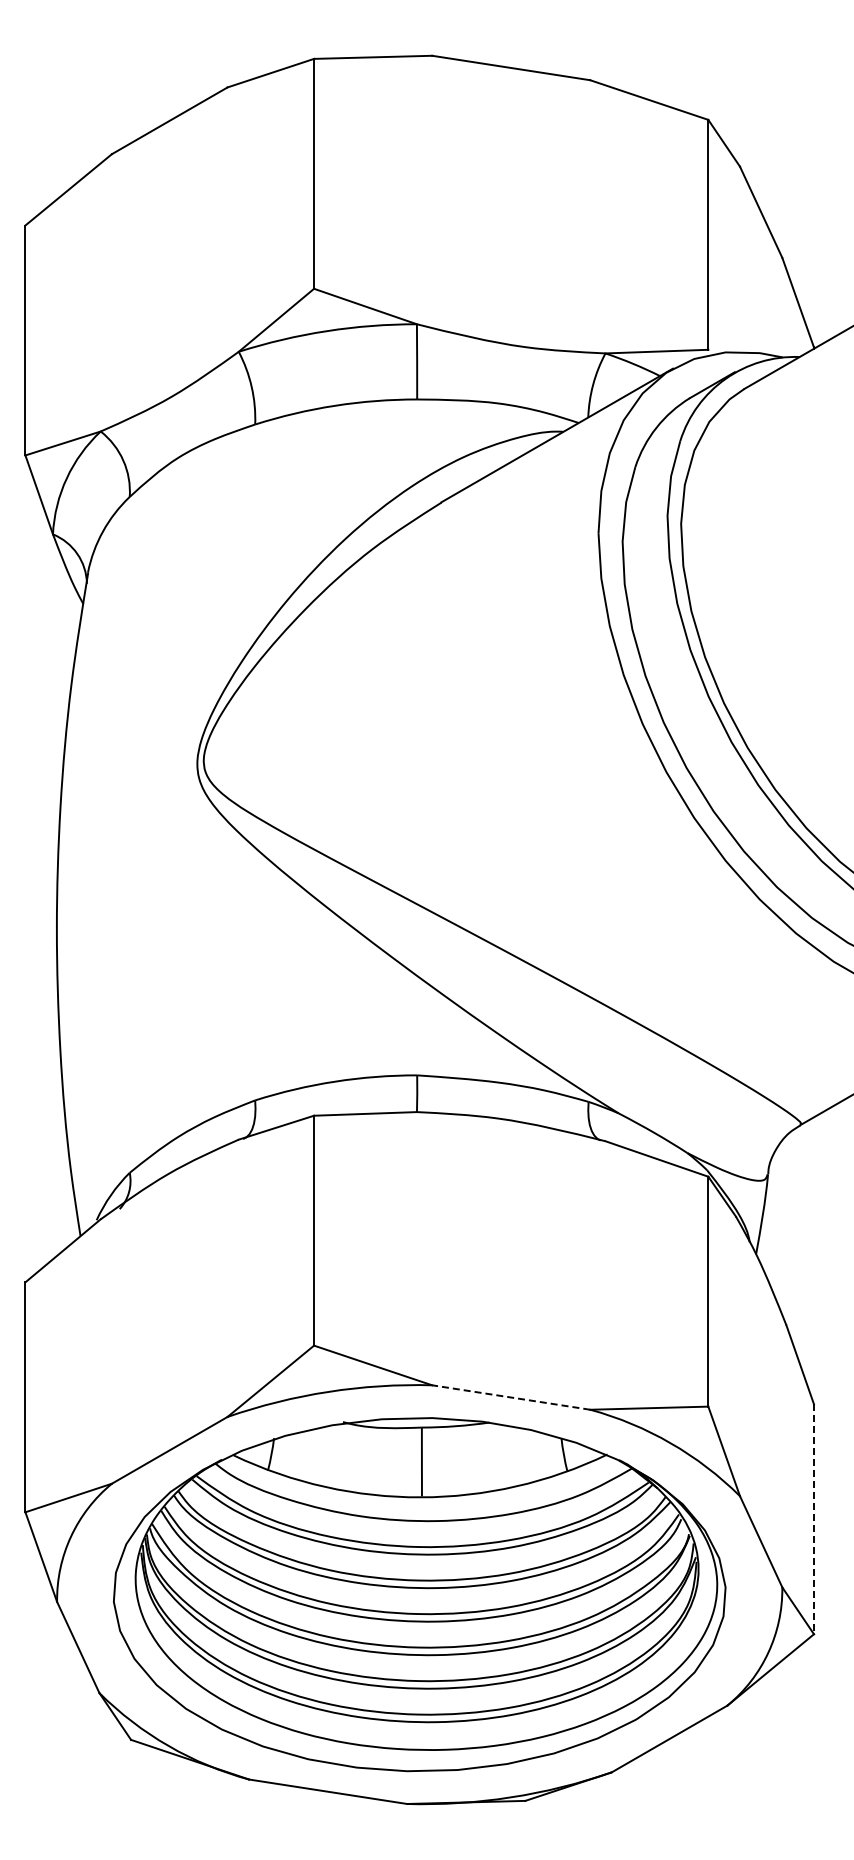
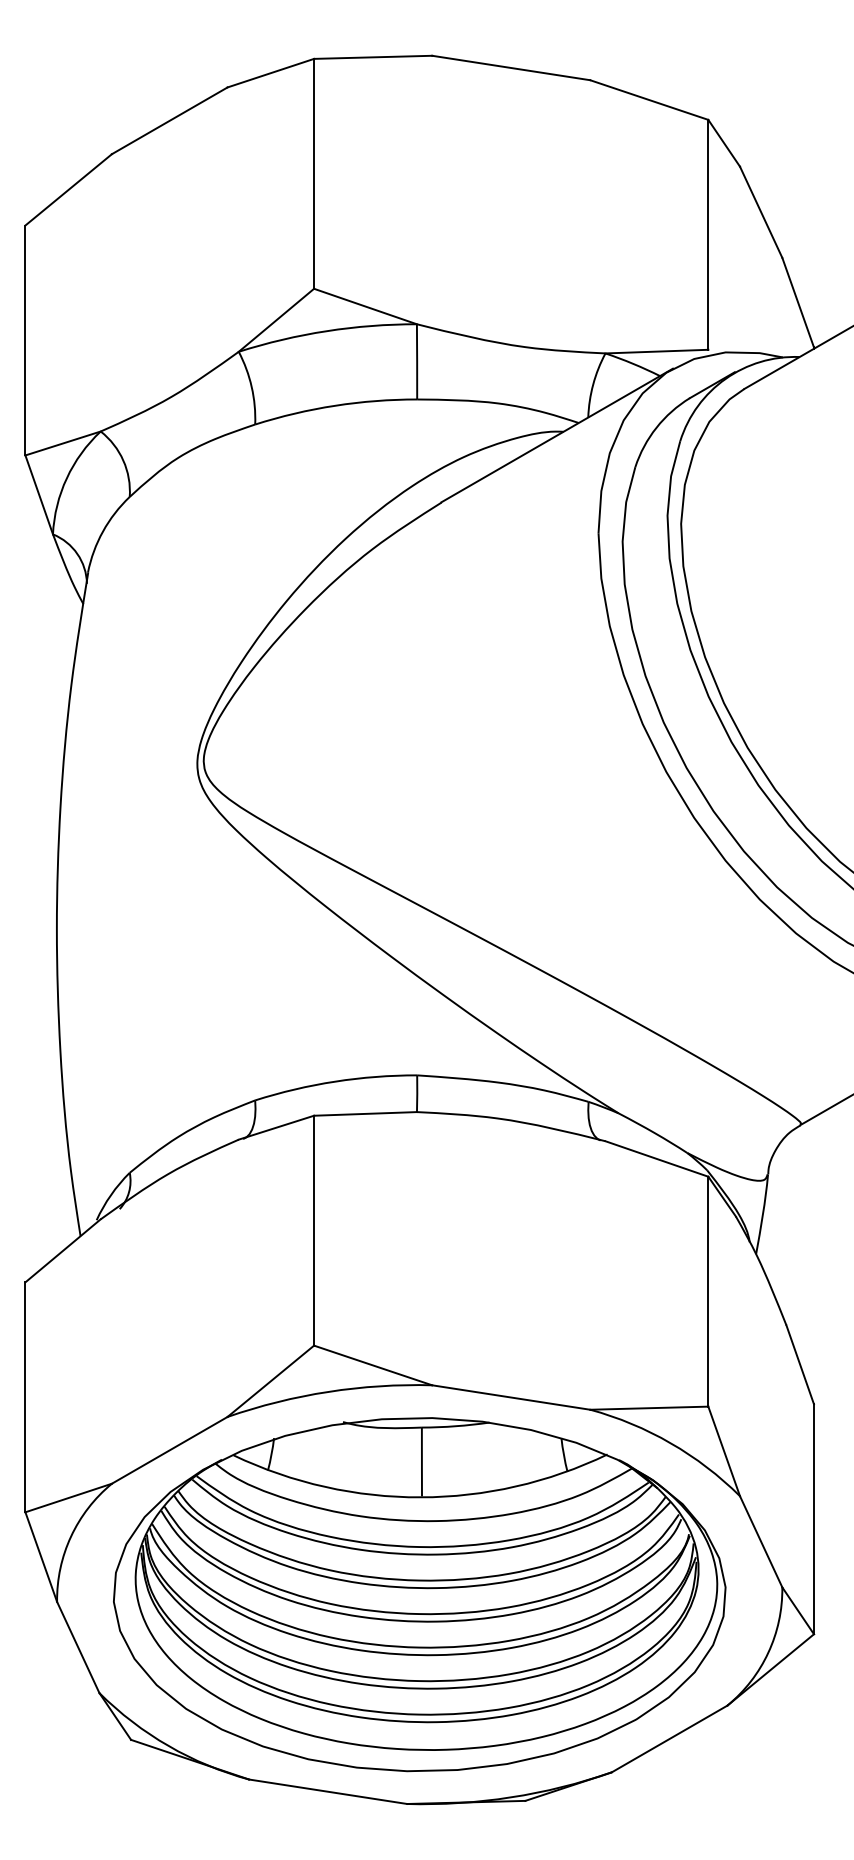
line at (511, 1397): dashed -> solid
line at (814, 1519): dashed -> solid
